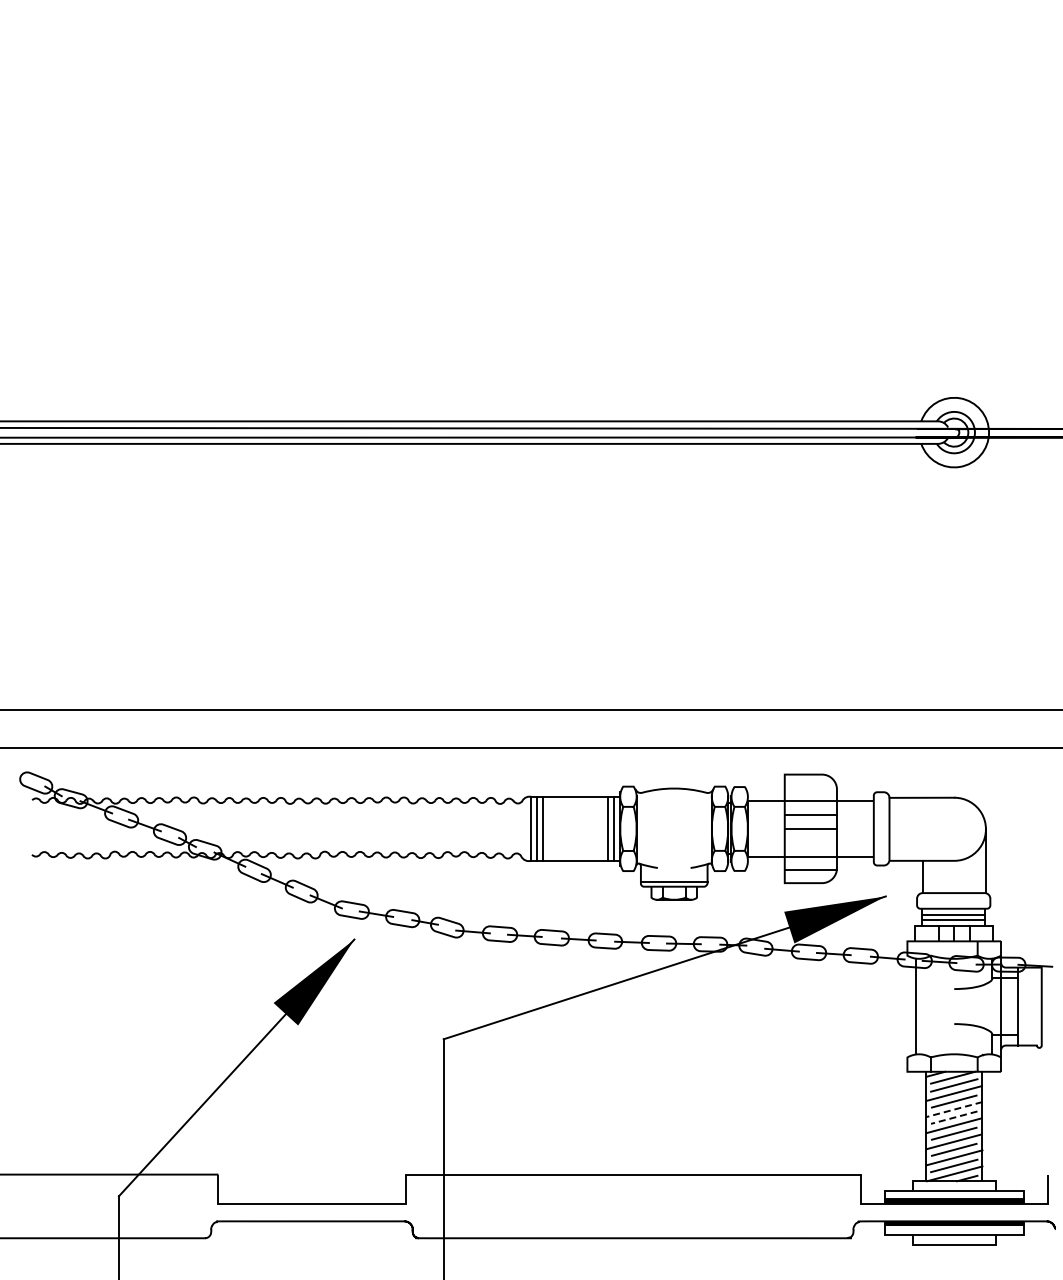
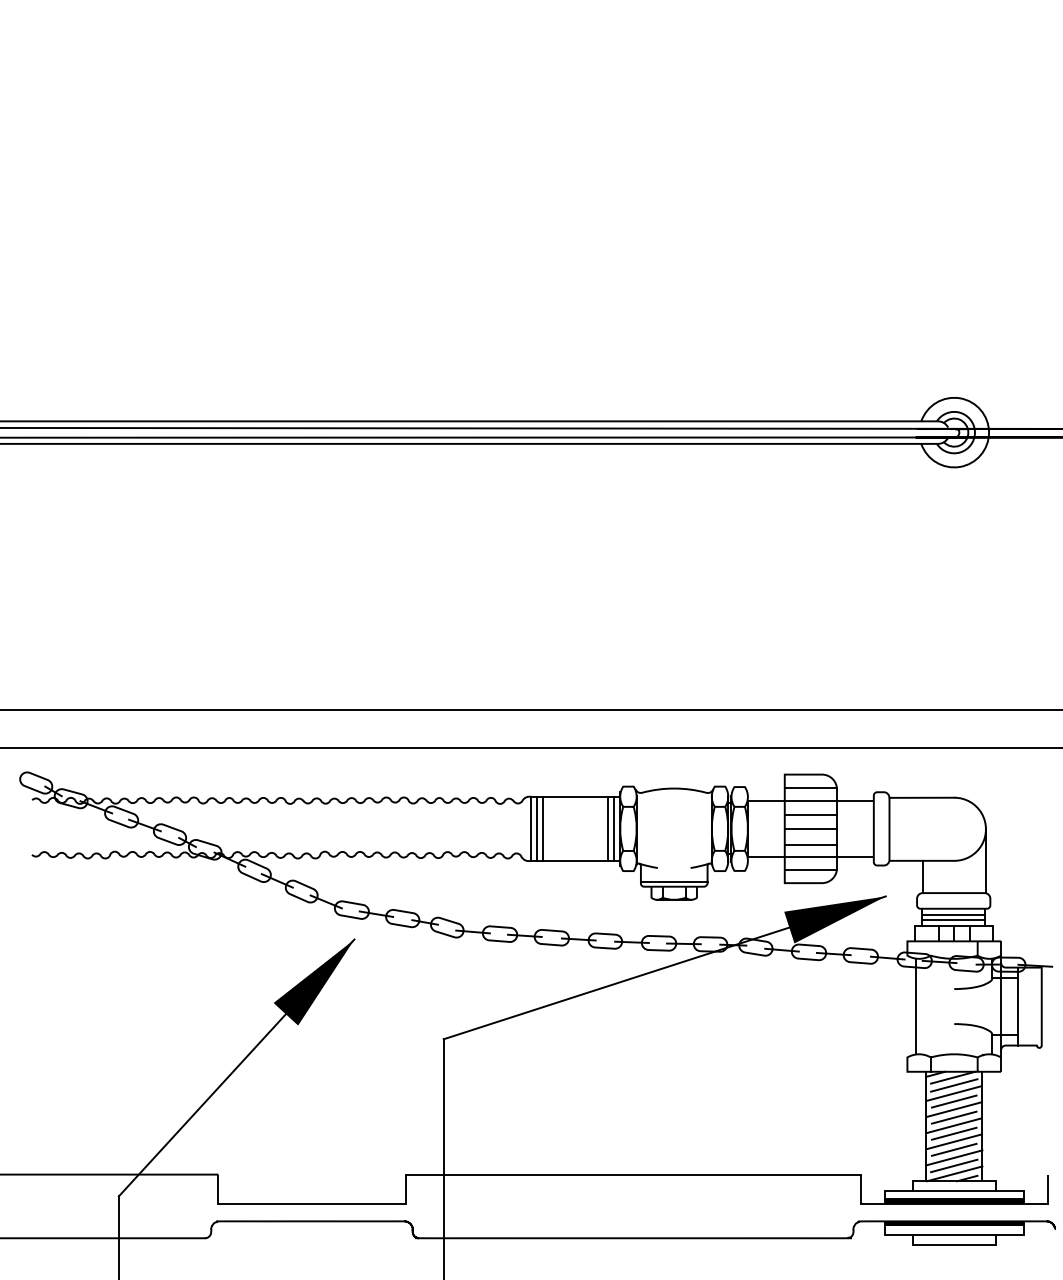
line at (810, 787): none -> present
line at (810, 845): none -> present
line at (953, 1109): dashed -> solid
line at (953, 1117): dashed -> solid
